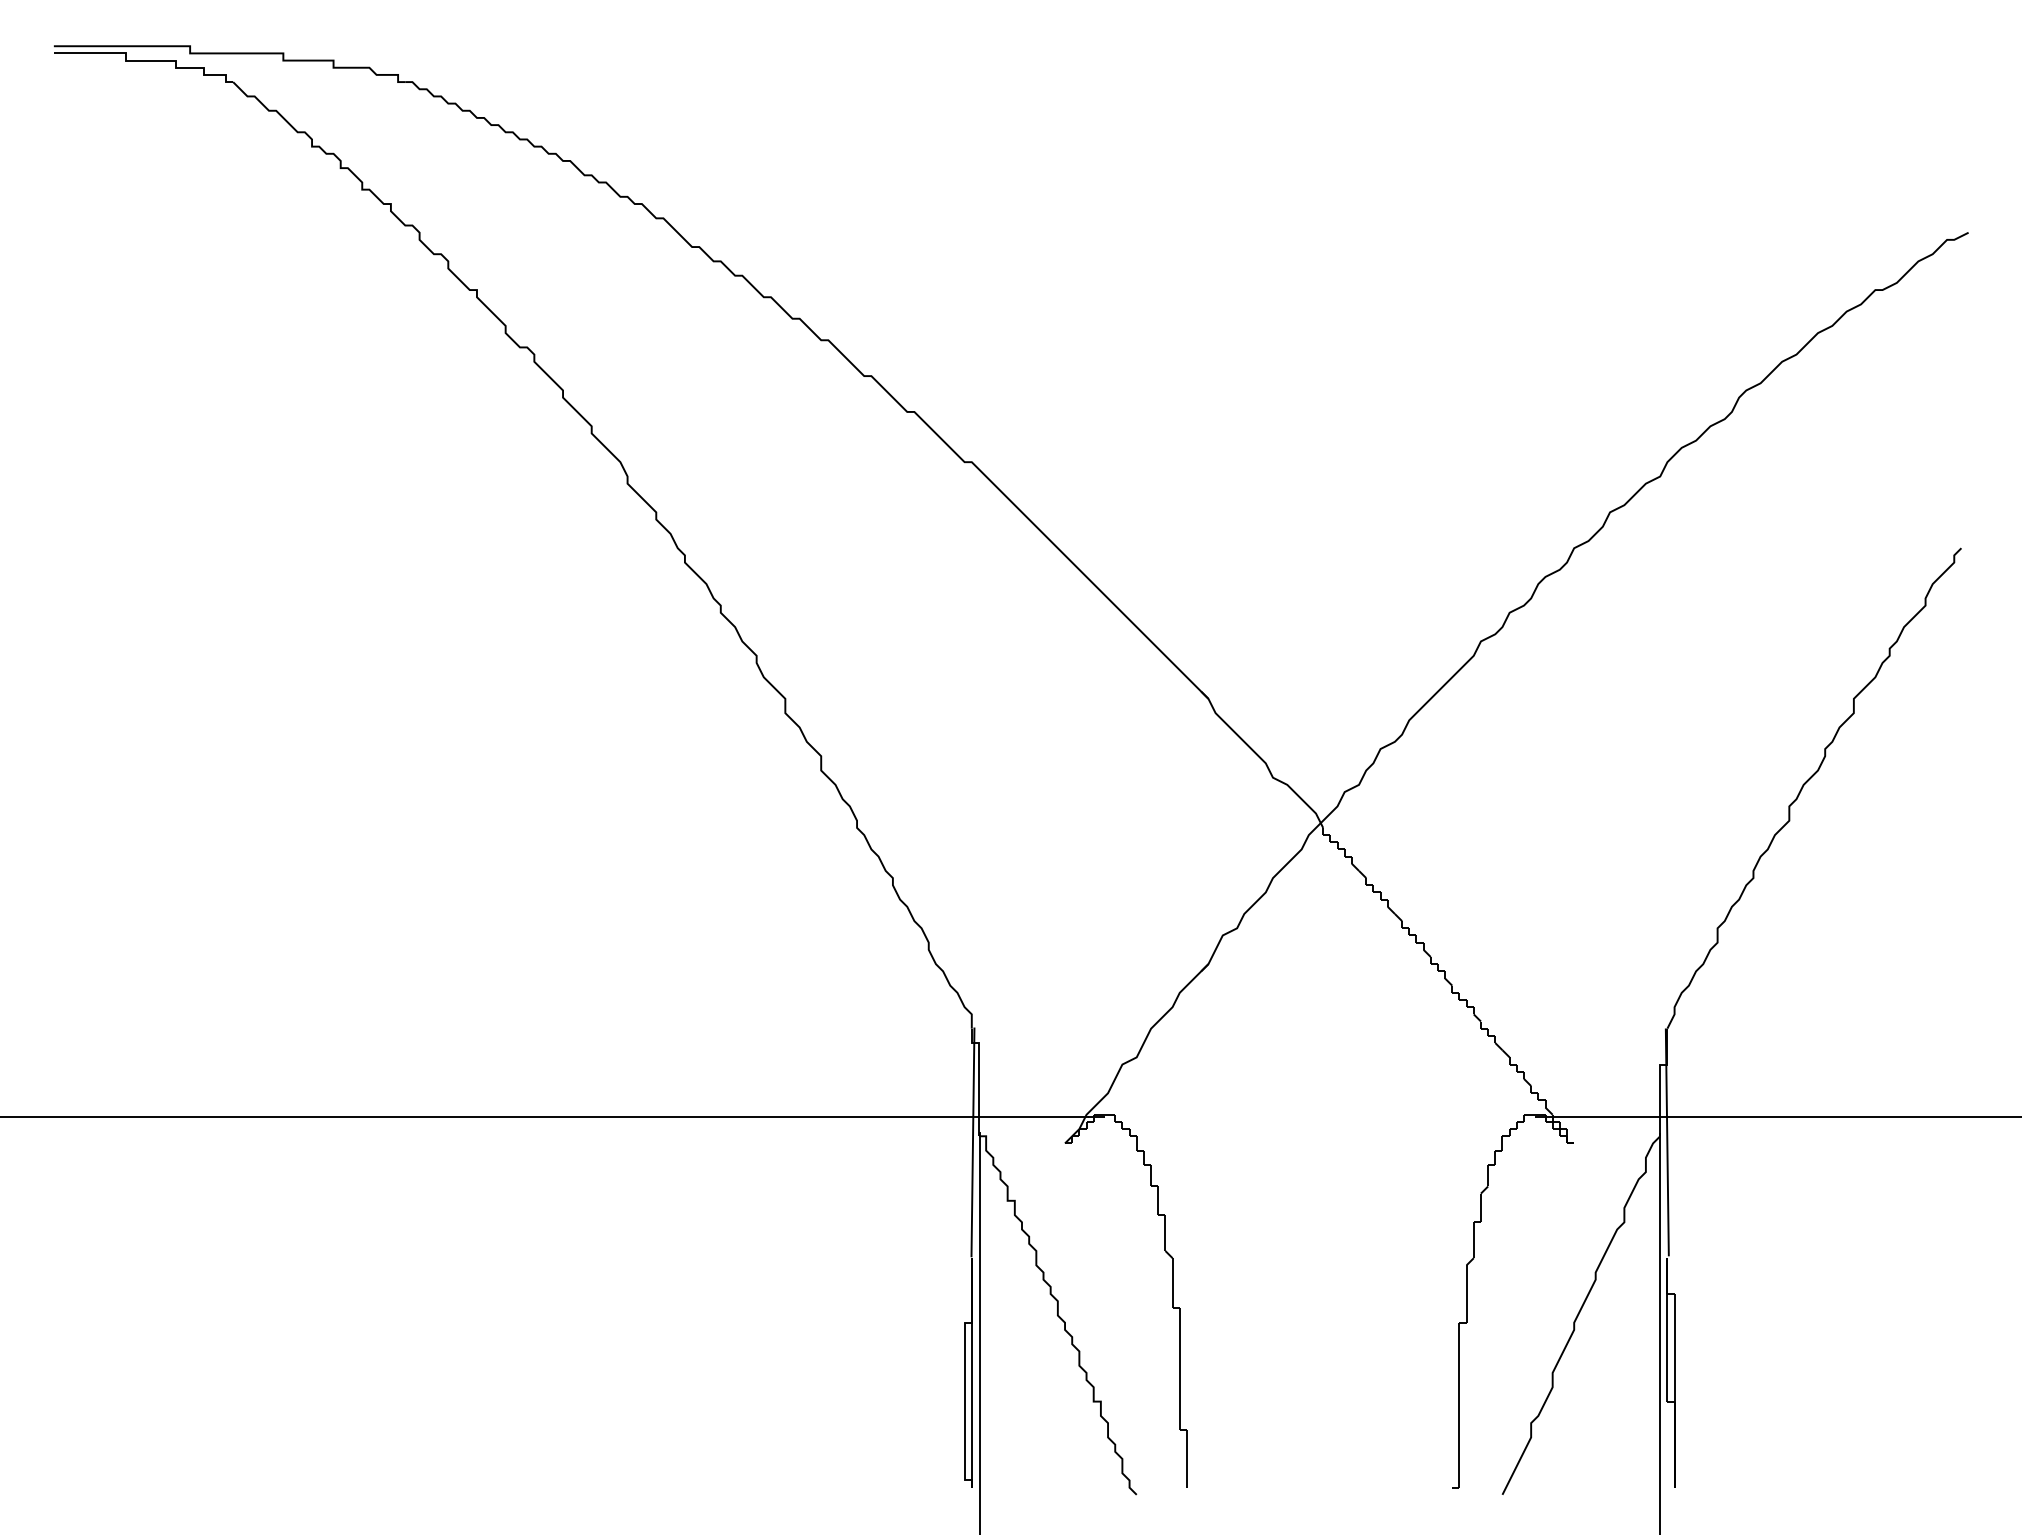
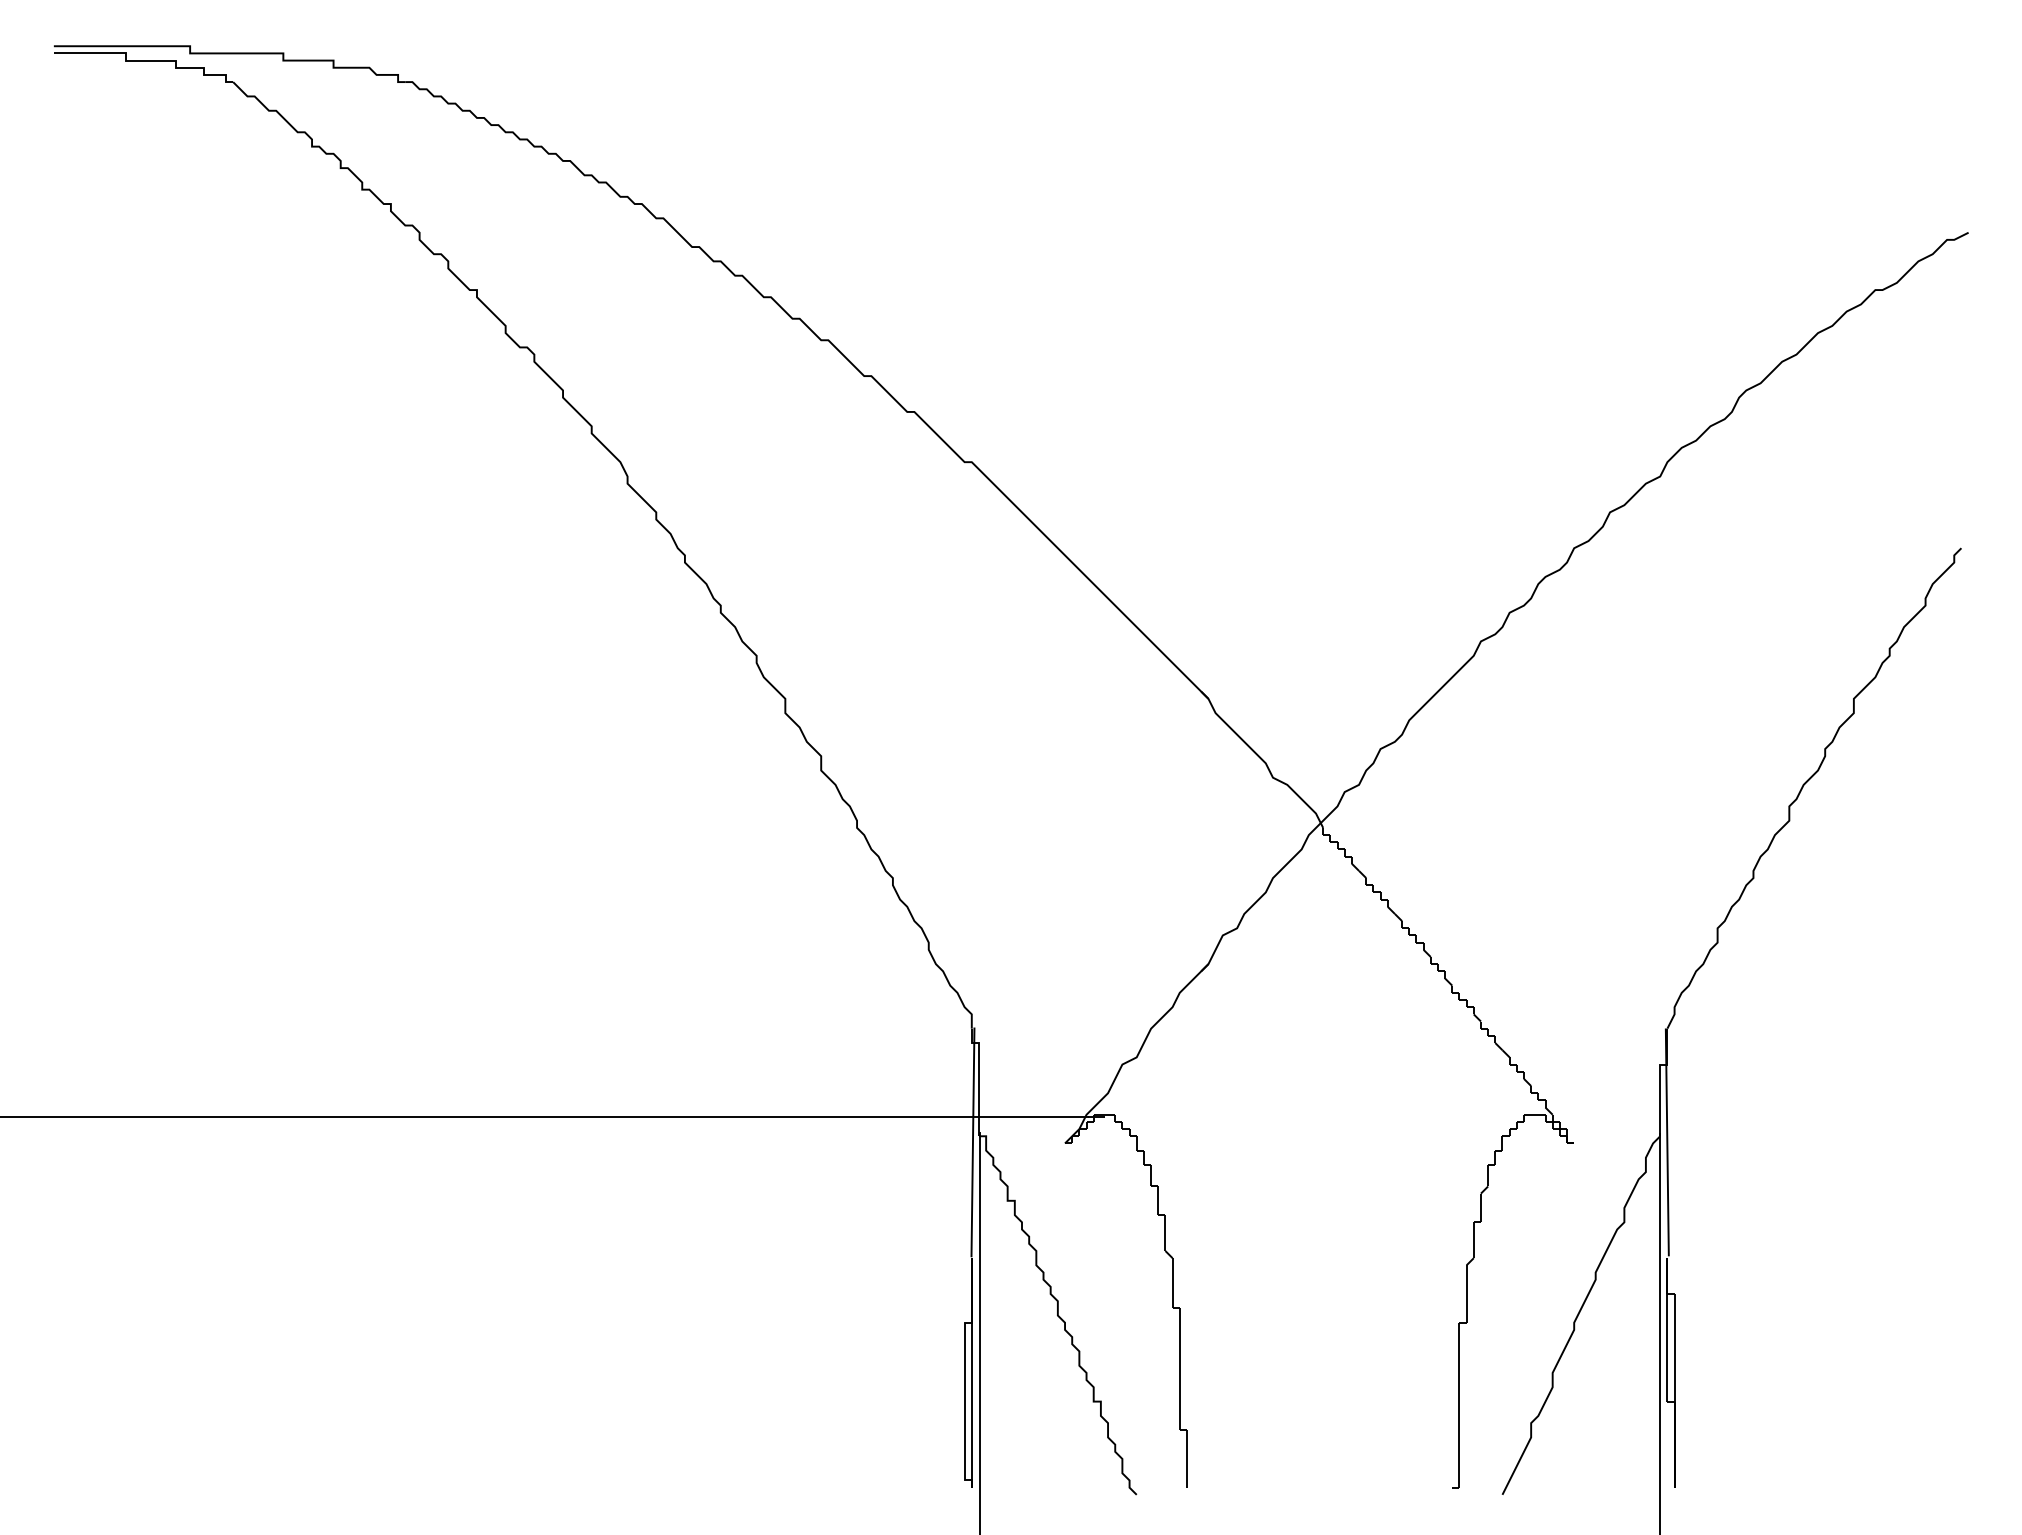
line at (1776, 1116): present -> none
